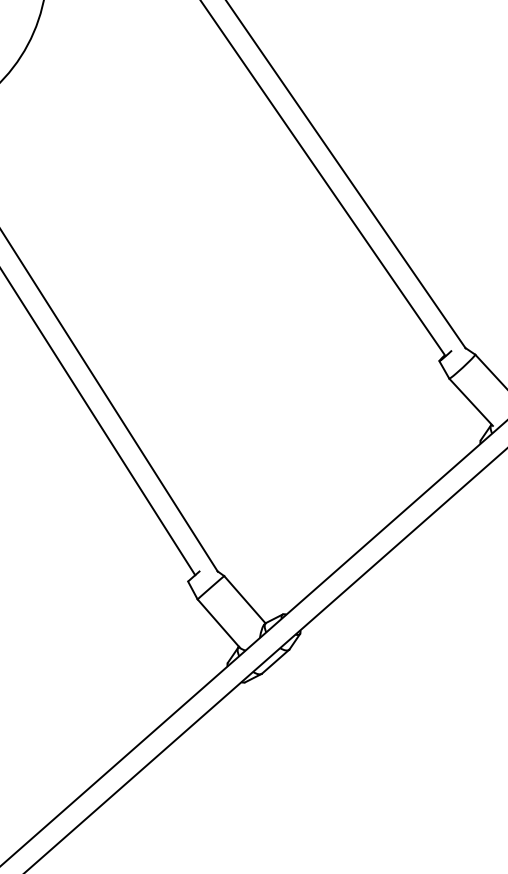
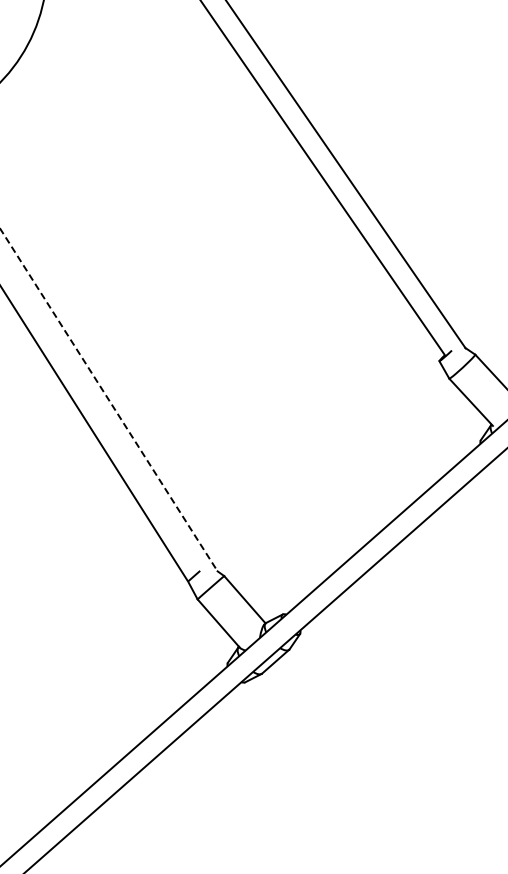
line at (109, 400): solid -> dashed
line at (98, 422) position: (98, 422) -> (94, 434)
